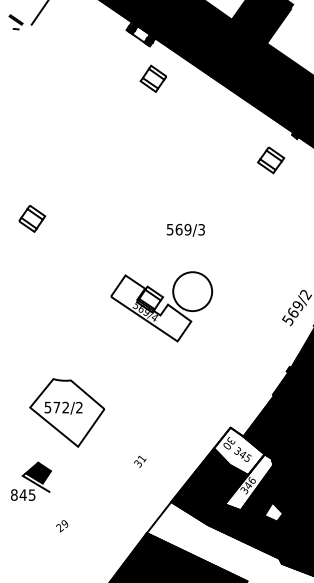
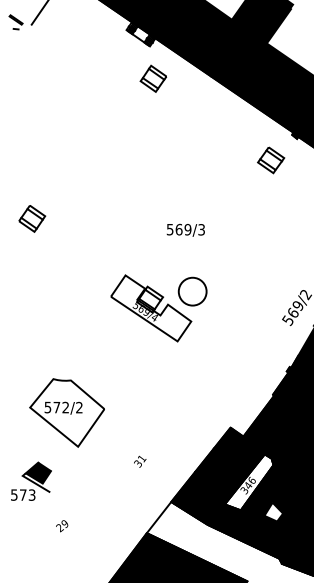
circle at (192, 291) diameter: 39 px -> 28 px
fill at (238, 451): none -> present
text at (22, 494): 845 -> 573
